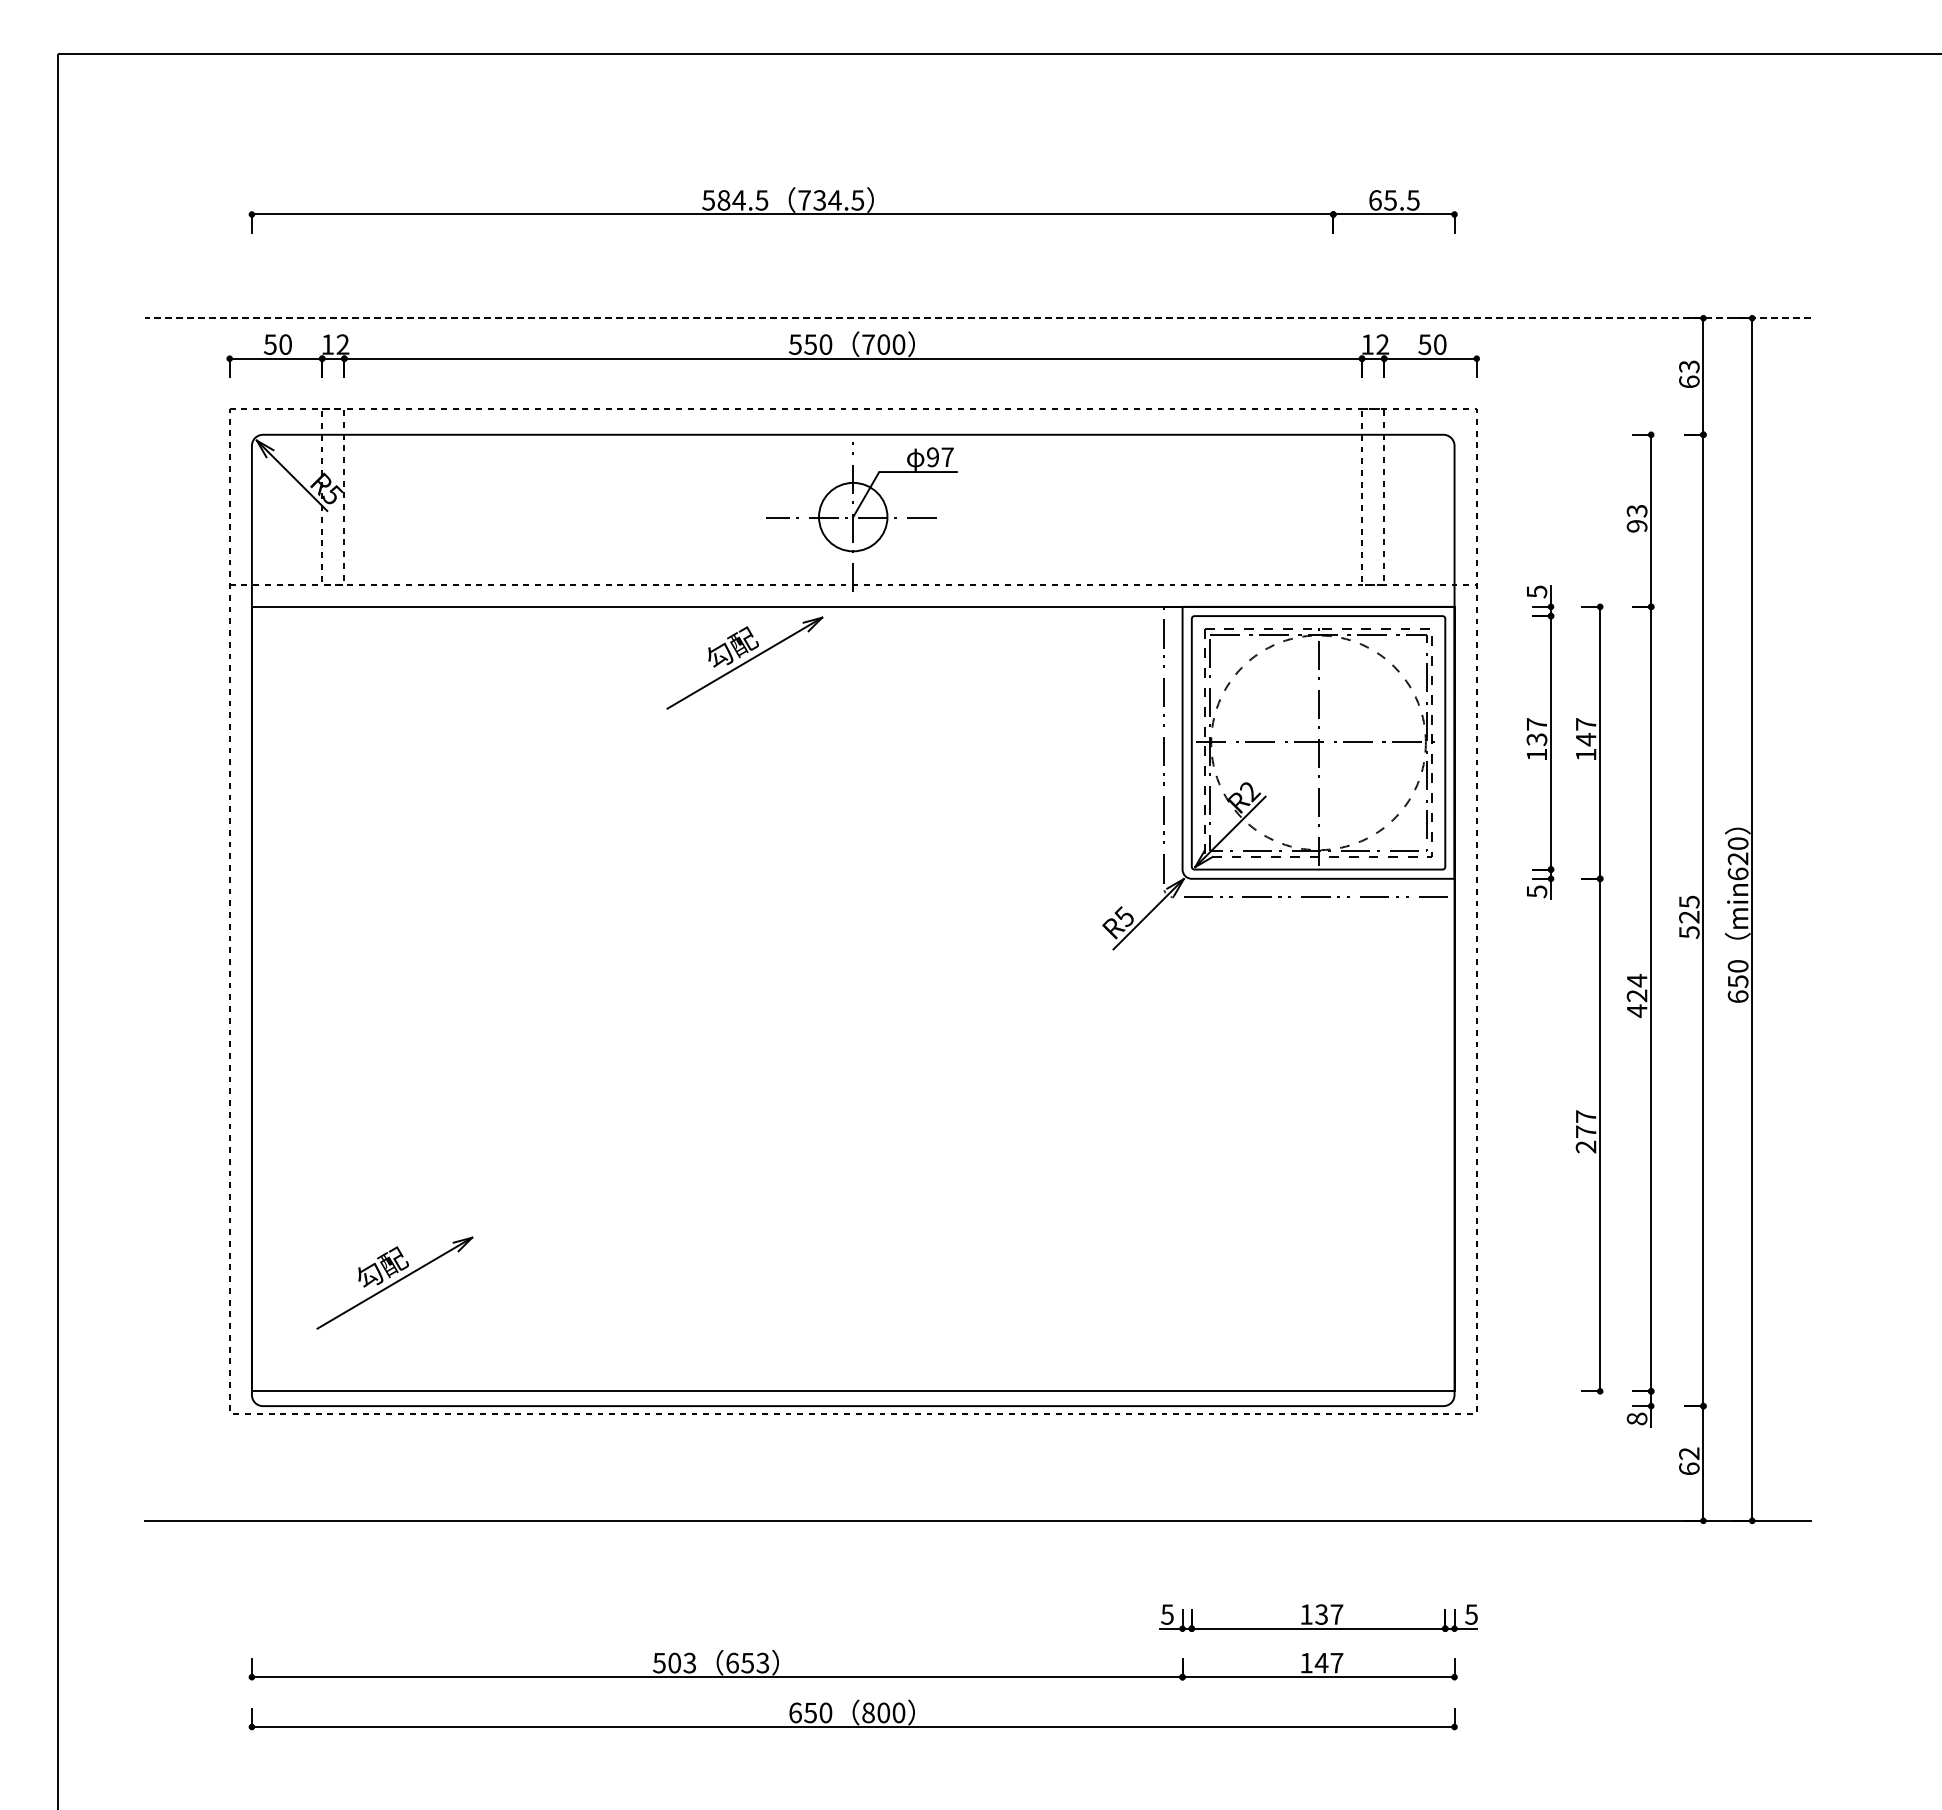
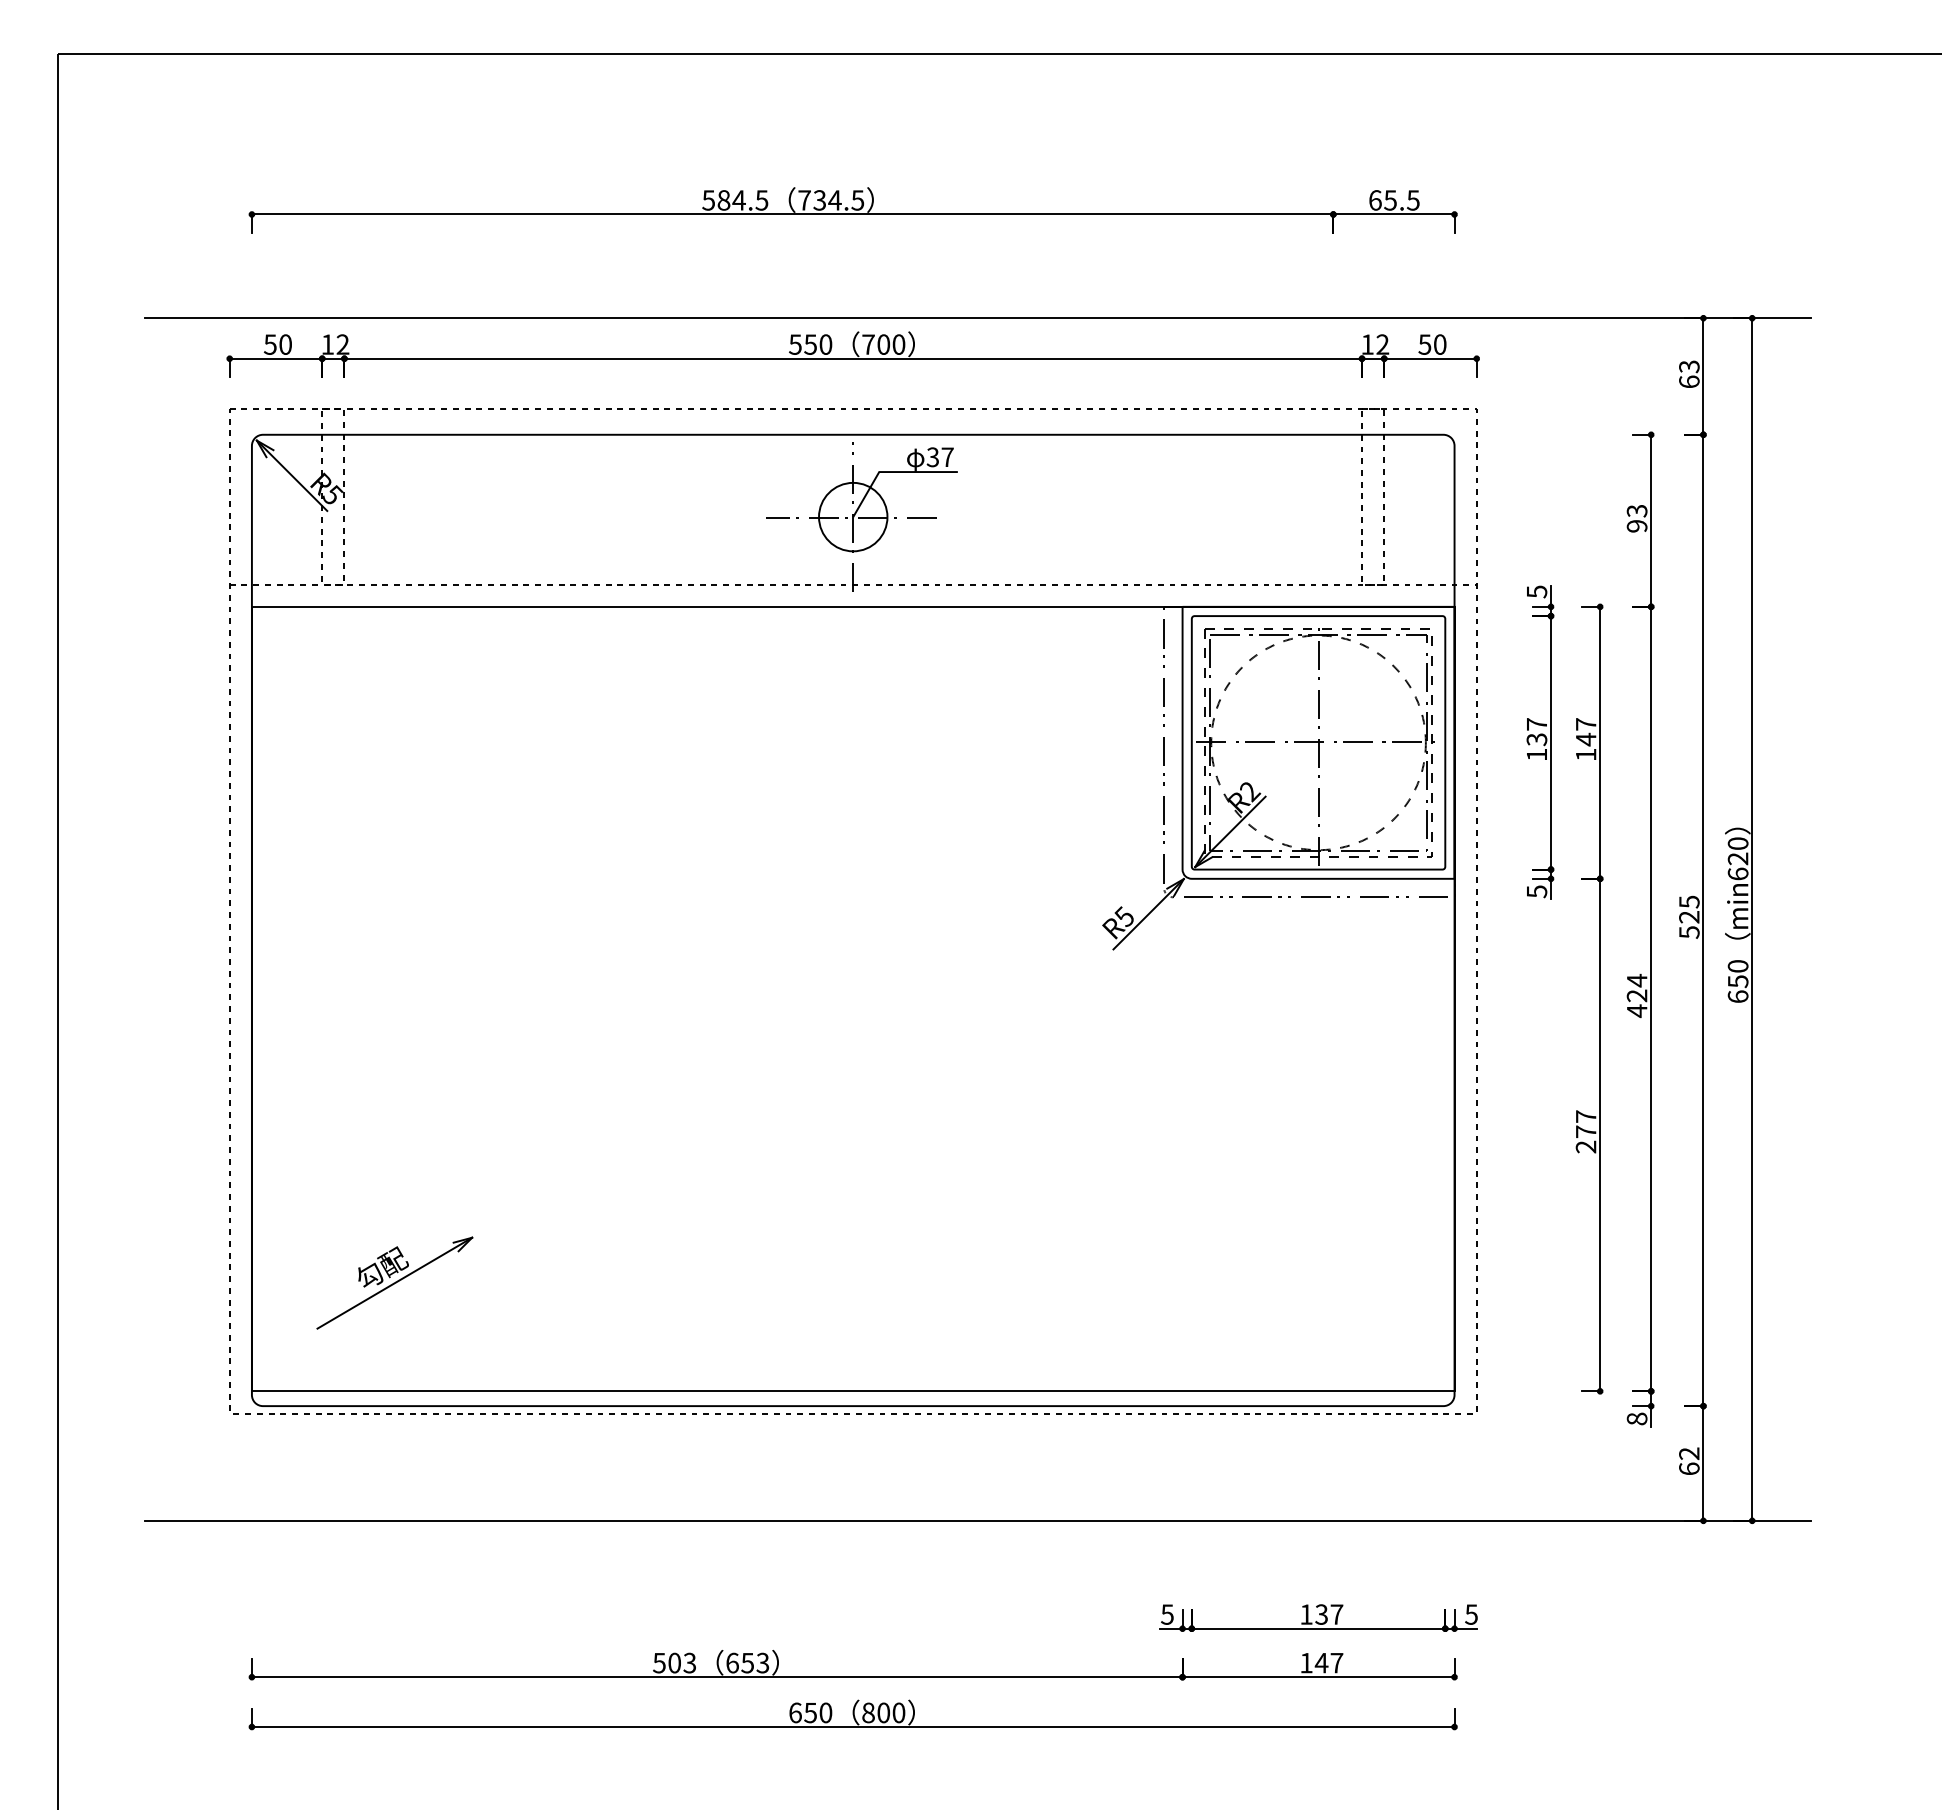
line at (978, 318): dashed -> solid
text at (932, 457): 97 -> 37
part at (744, 662): present -> none
